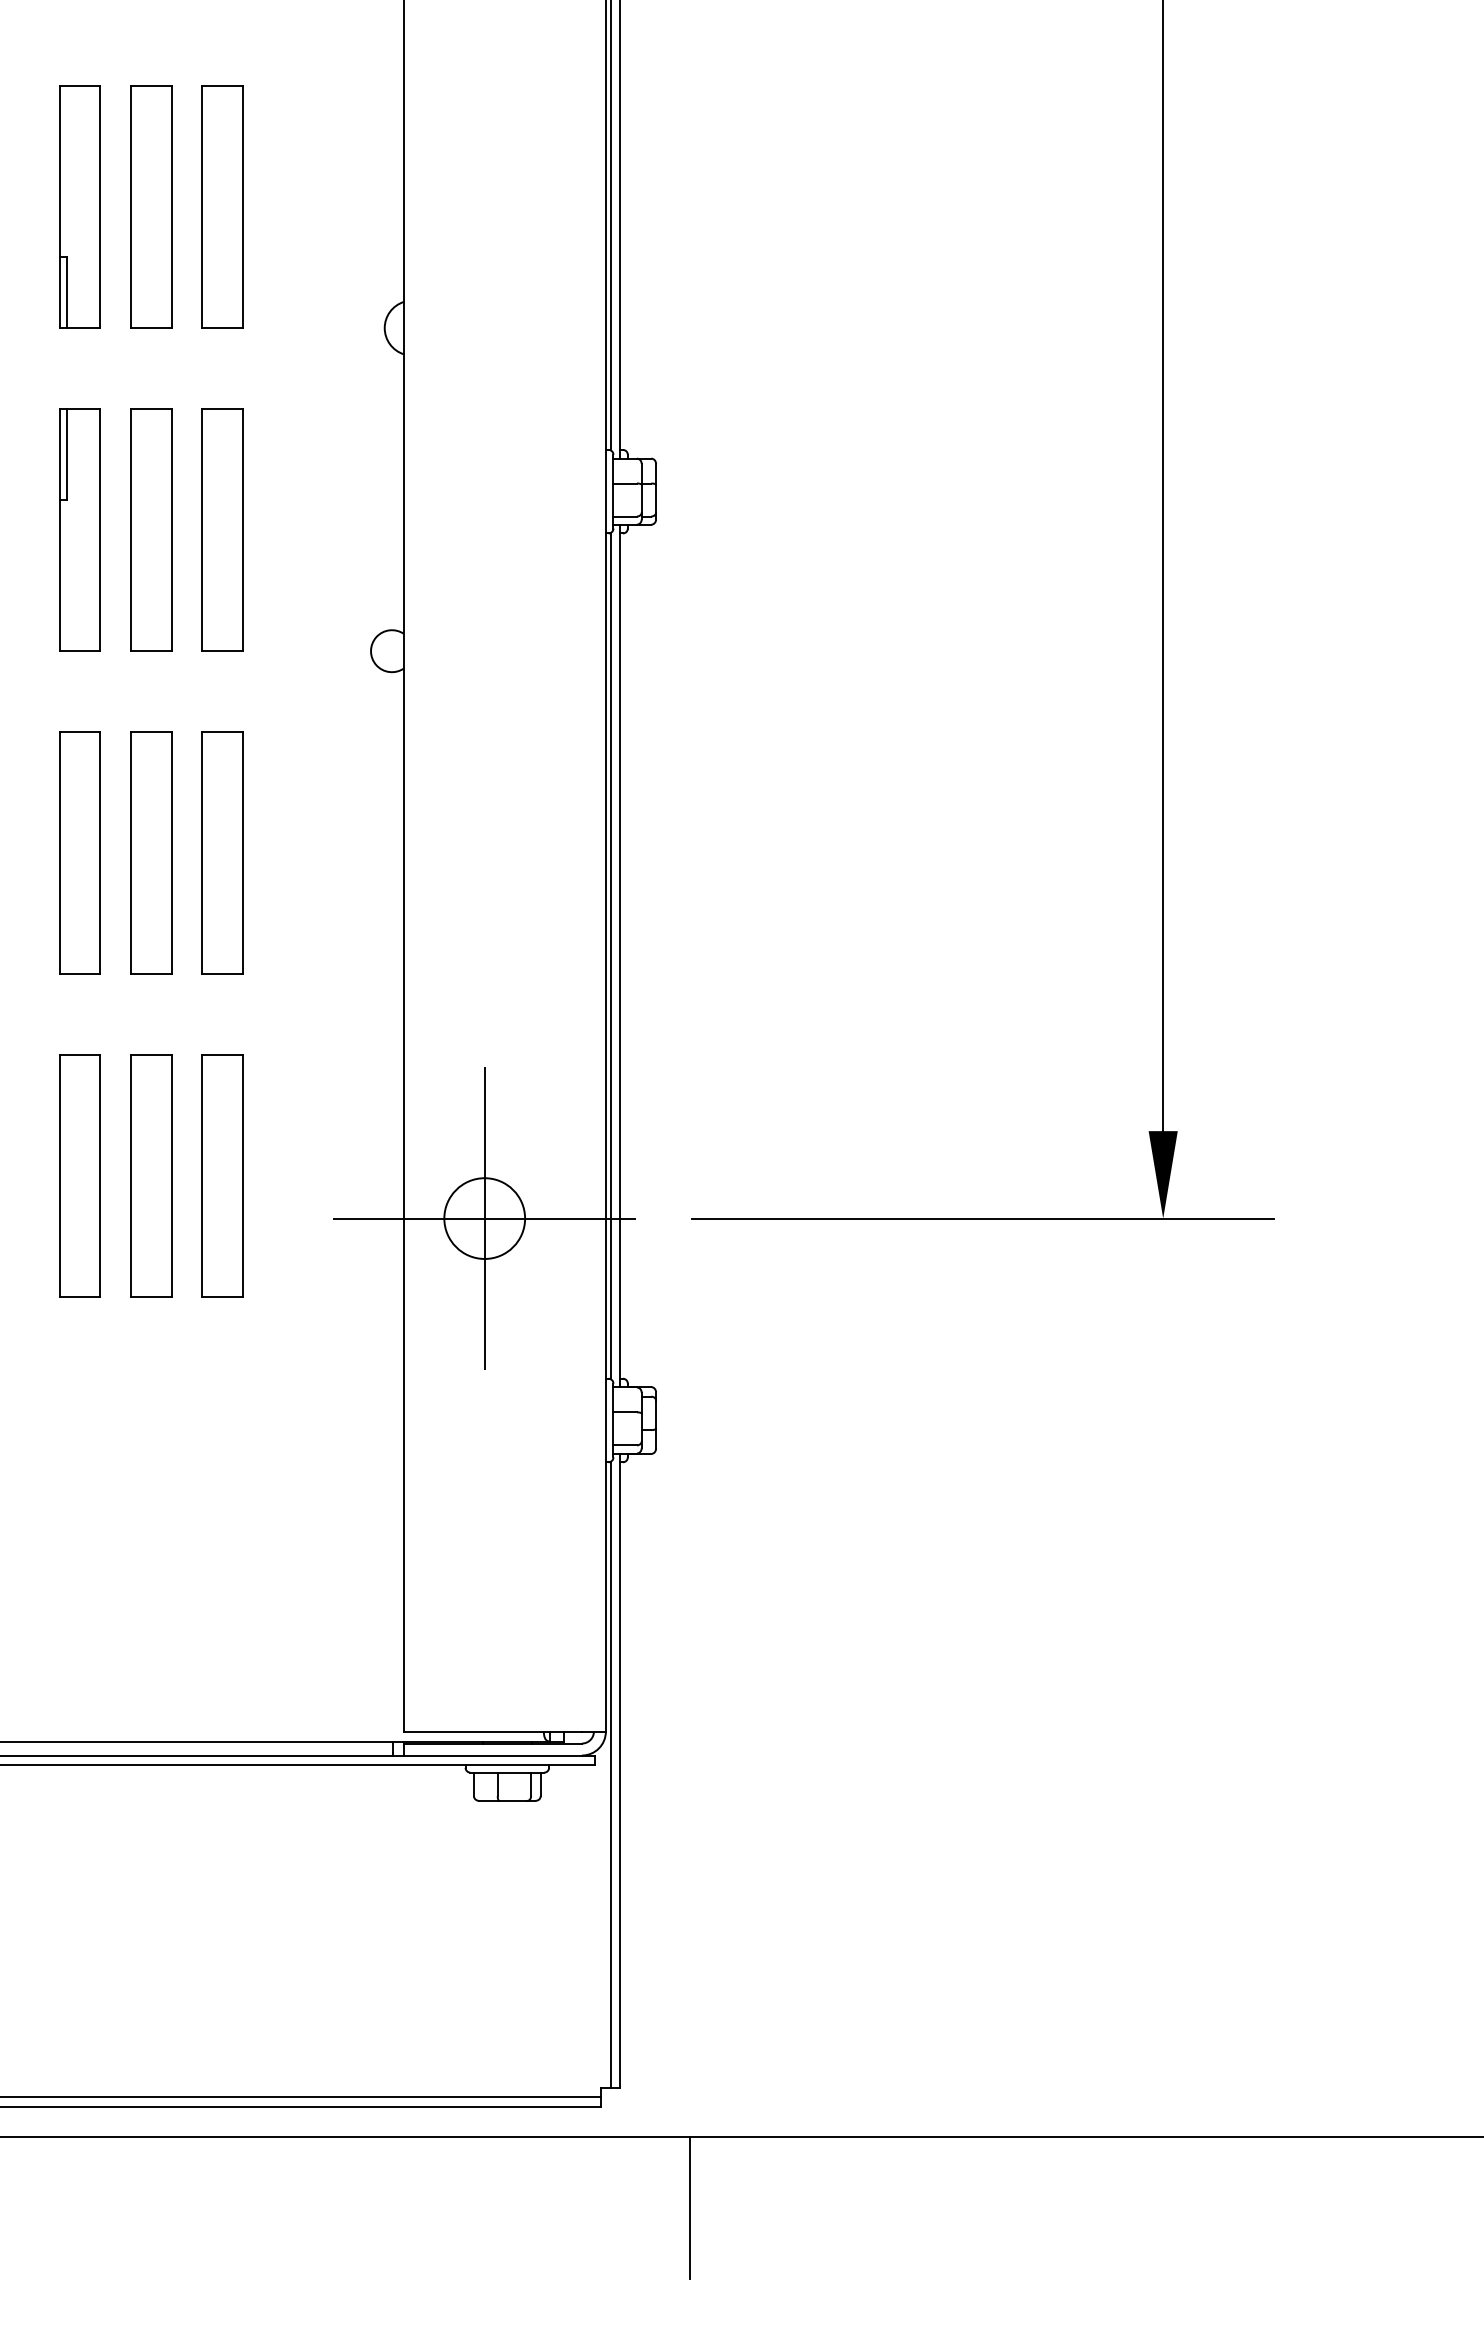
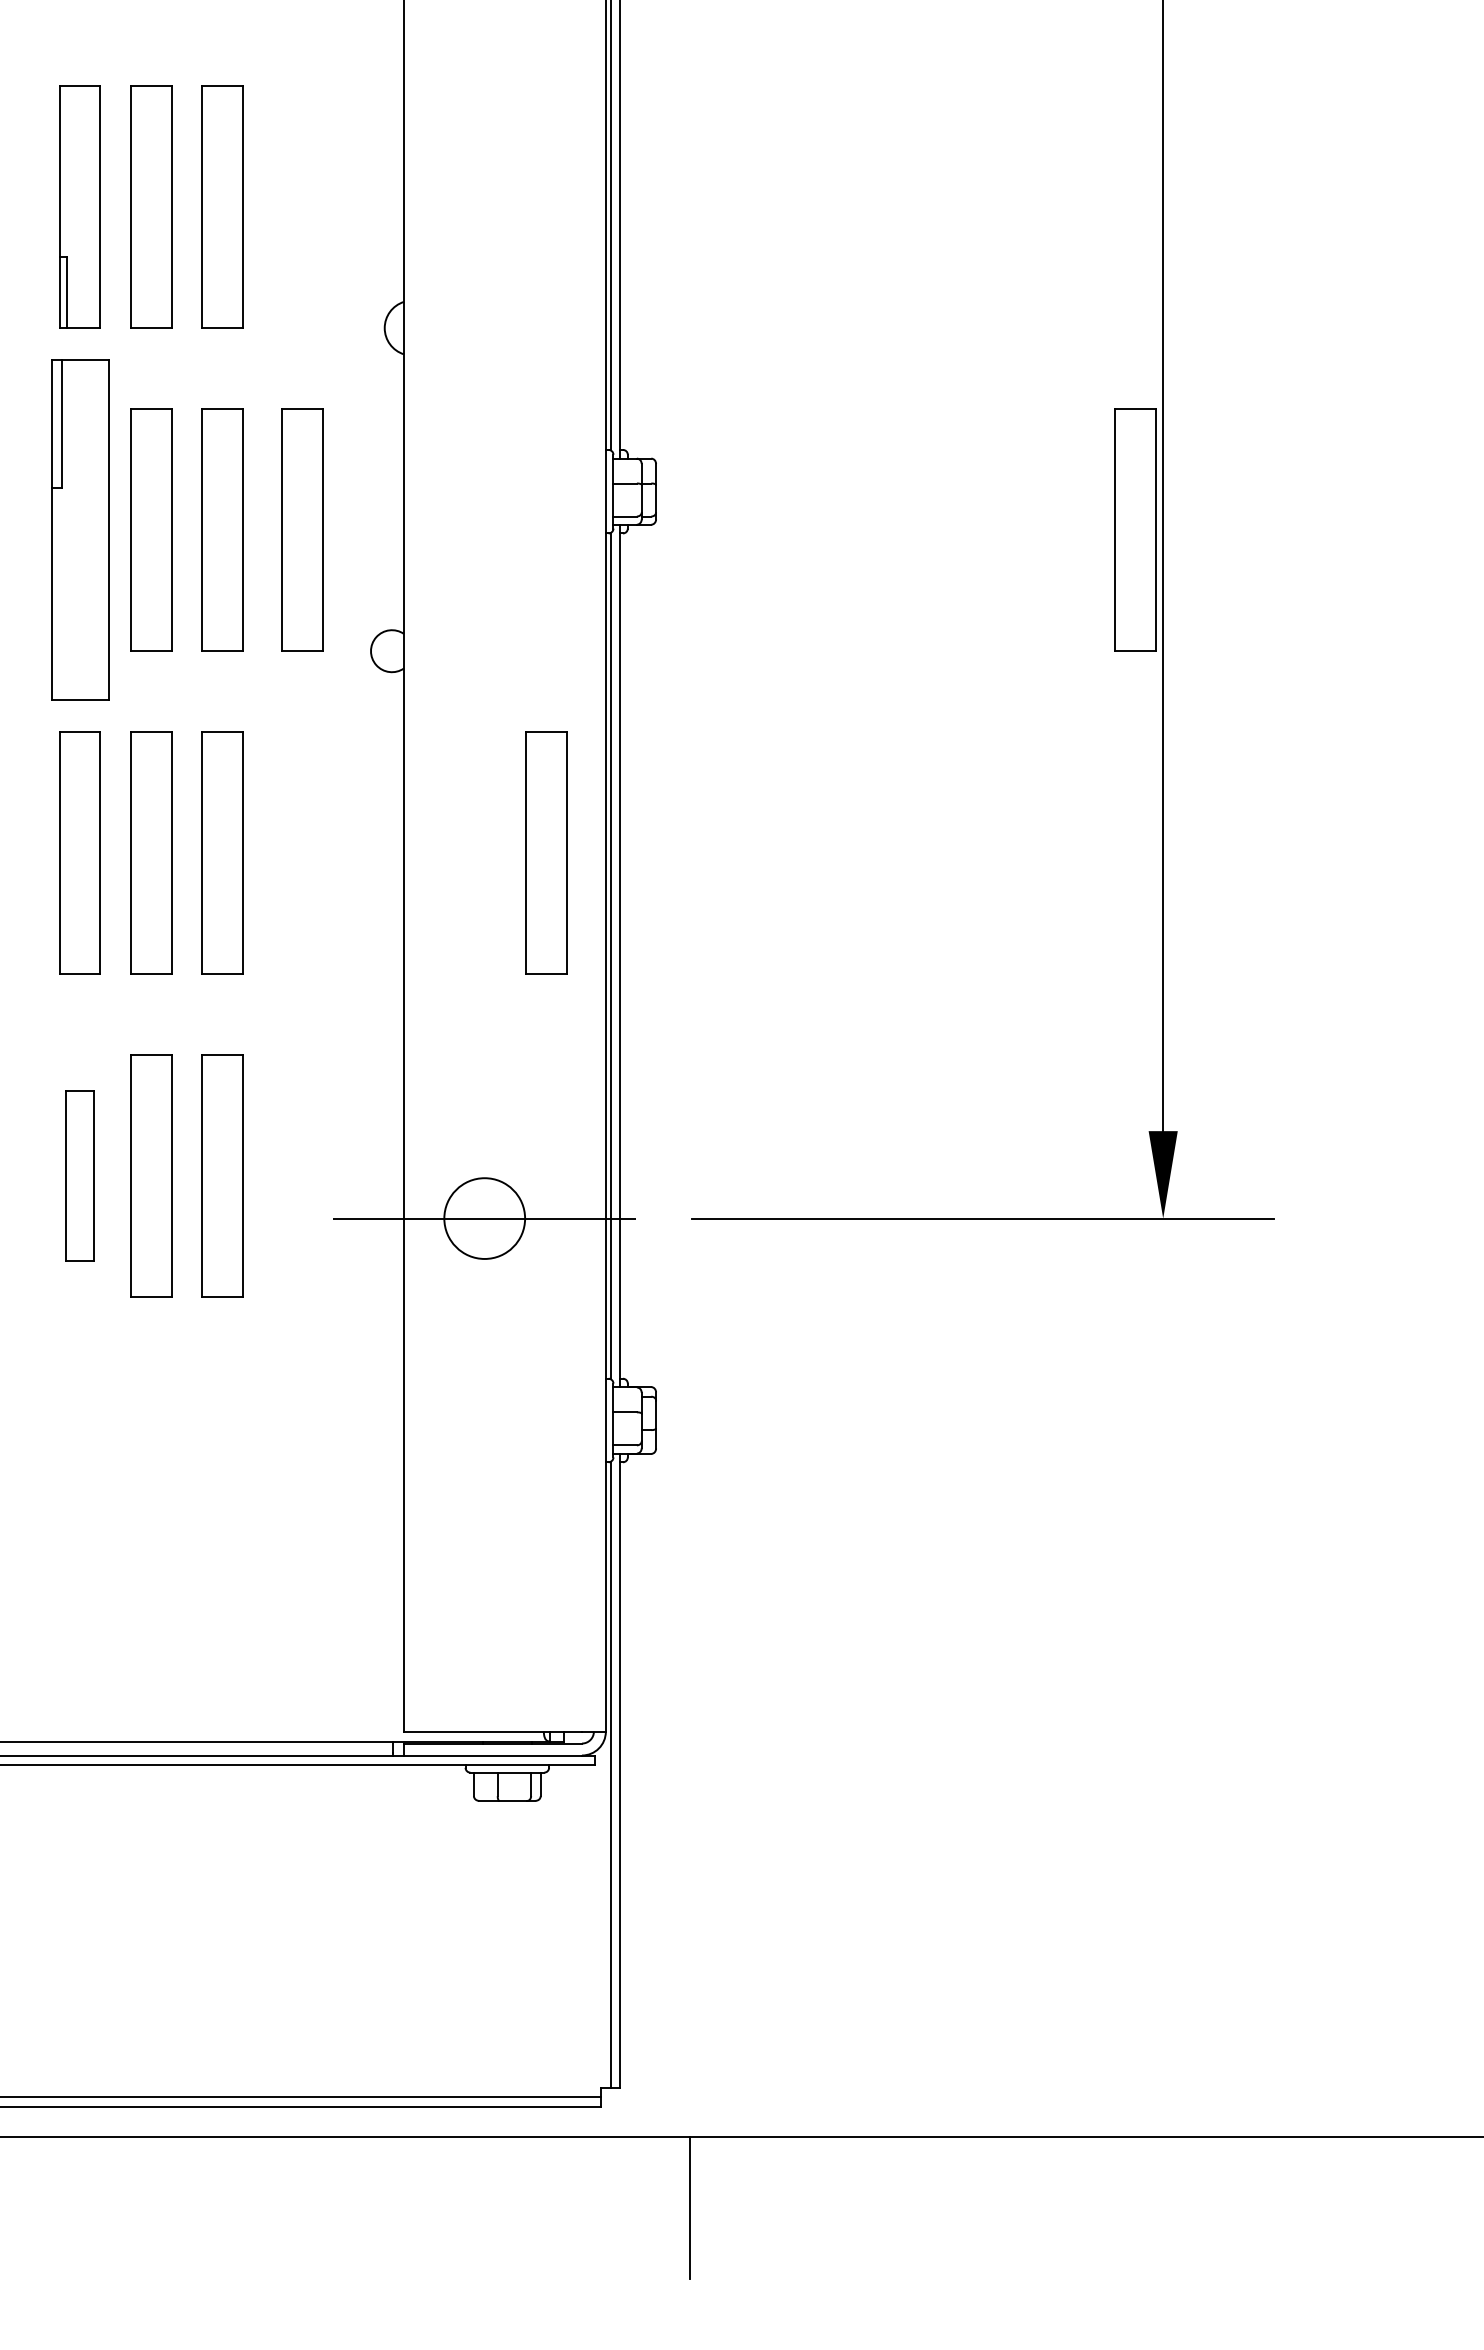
part at (79, 529) size: 42x244 px -> 59x342 px
part at (302, 529): none -> present
part at (1135, 529): none -> present
part at (546, 852): none -> present
part at (79, 1175) size: 42x244 px -> 30x172 px
line at (484, 1218): present -> none
